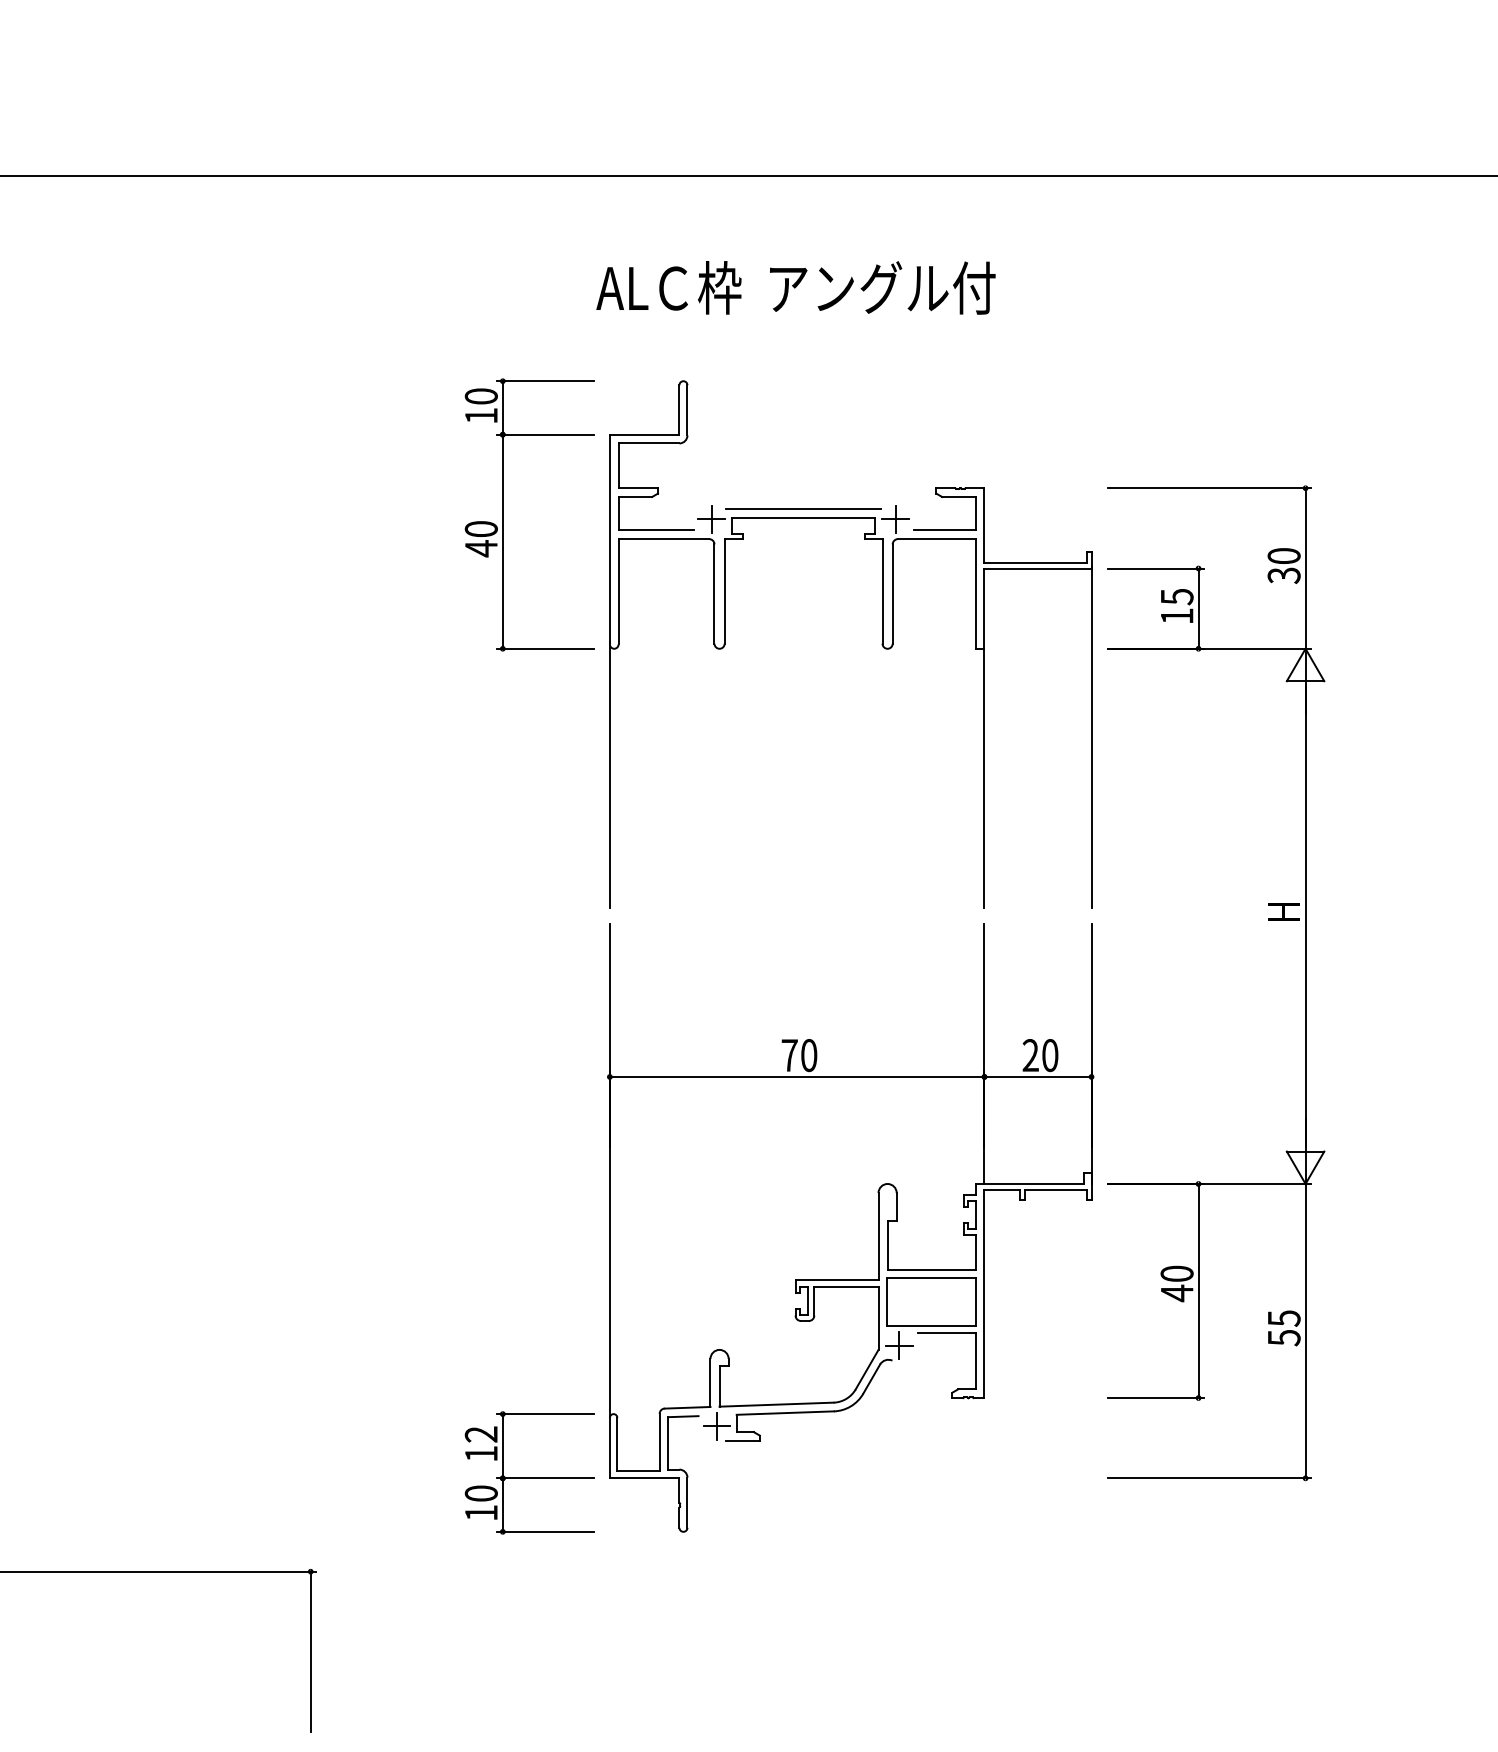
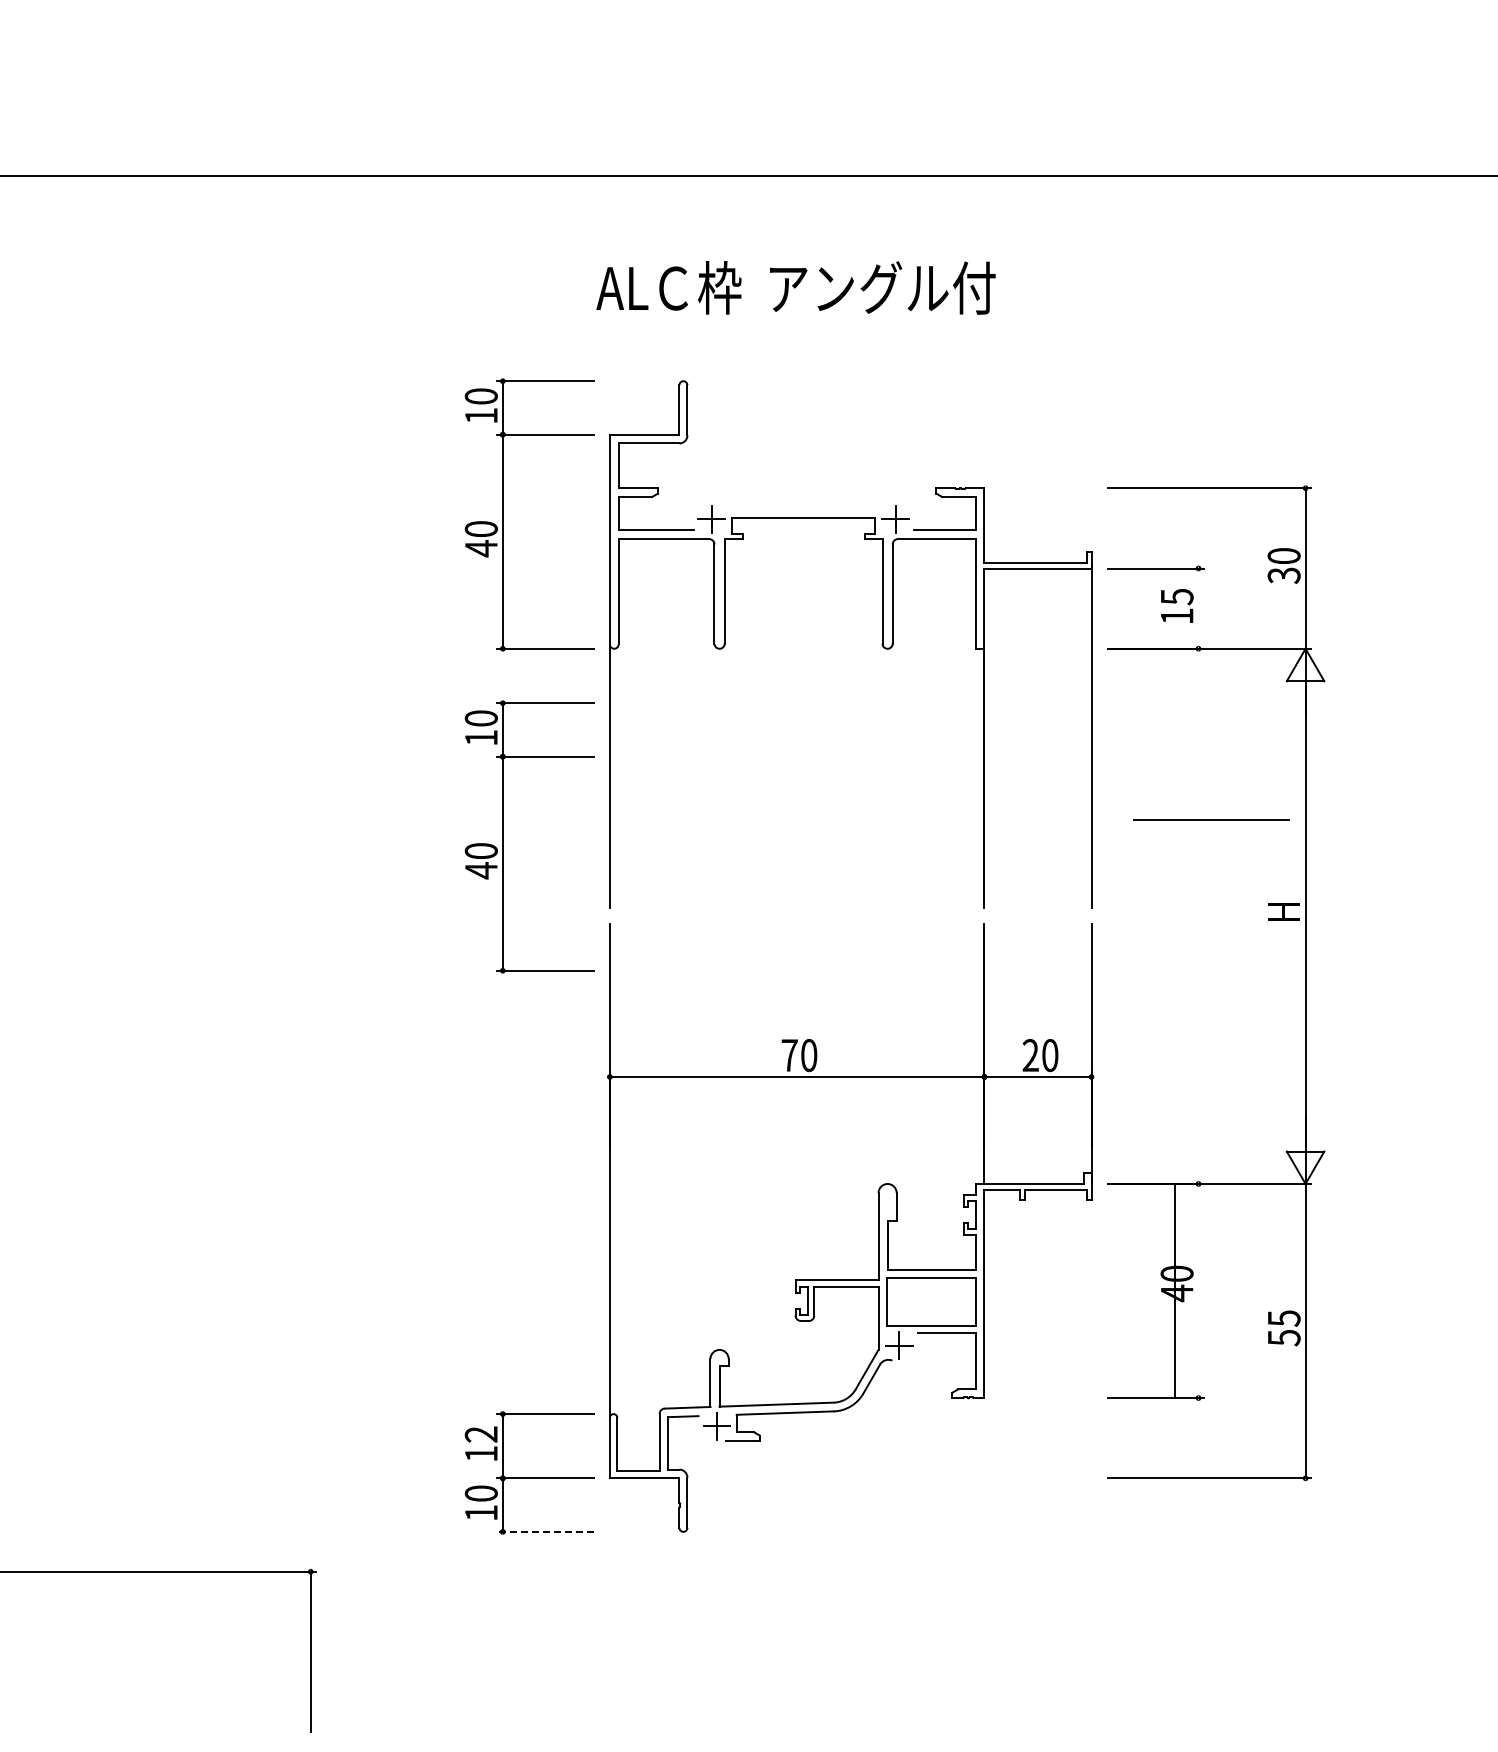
line at (803, 508) position: (803, 508) -> (1211, 819)
line at (1198, 608): present -> none
part at (503, 836): none -> present
line at (1198, 1290) position: (1198, 1290) -> (1174, 1290)
line at (545, 1531): solid -> dashed
